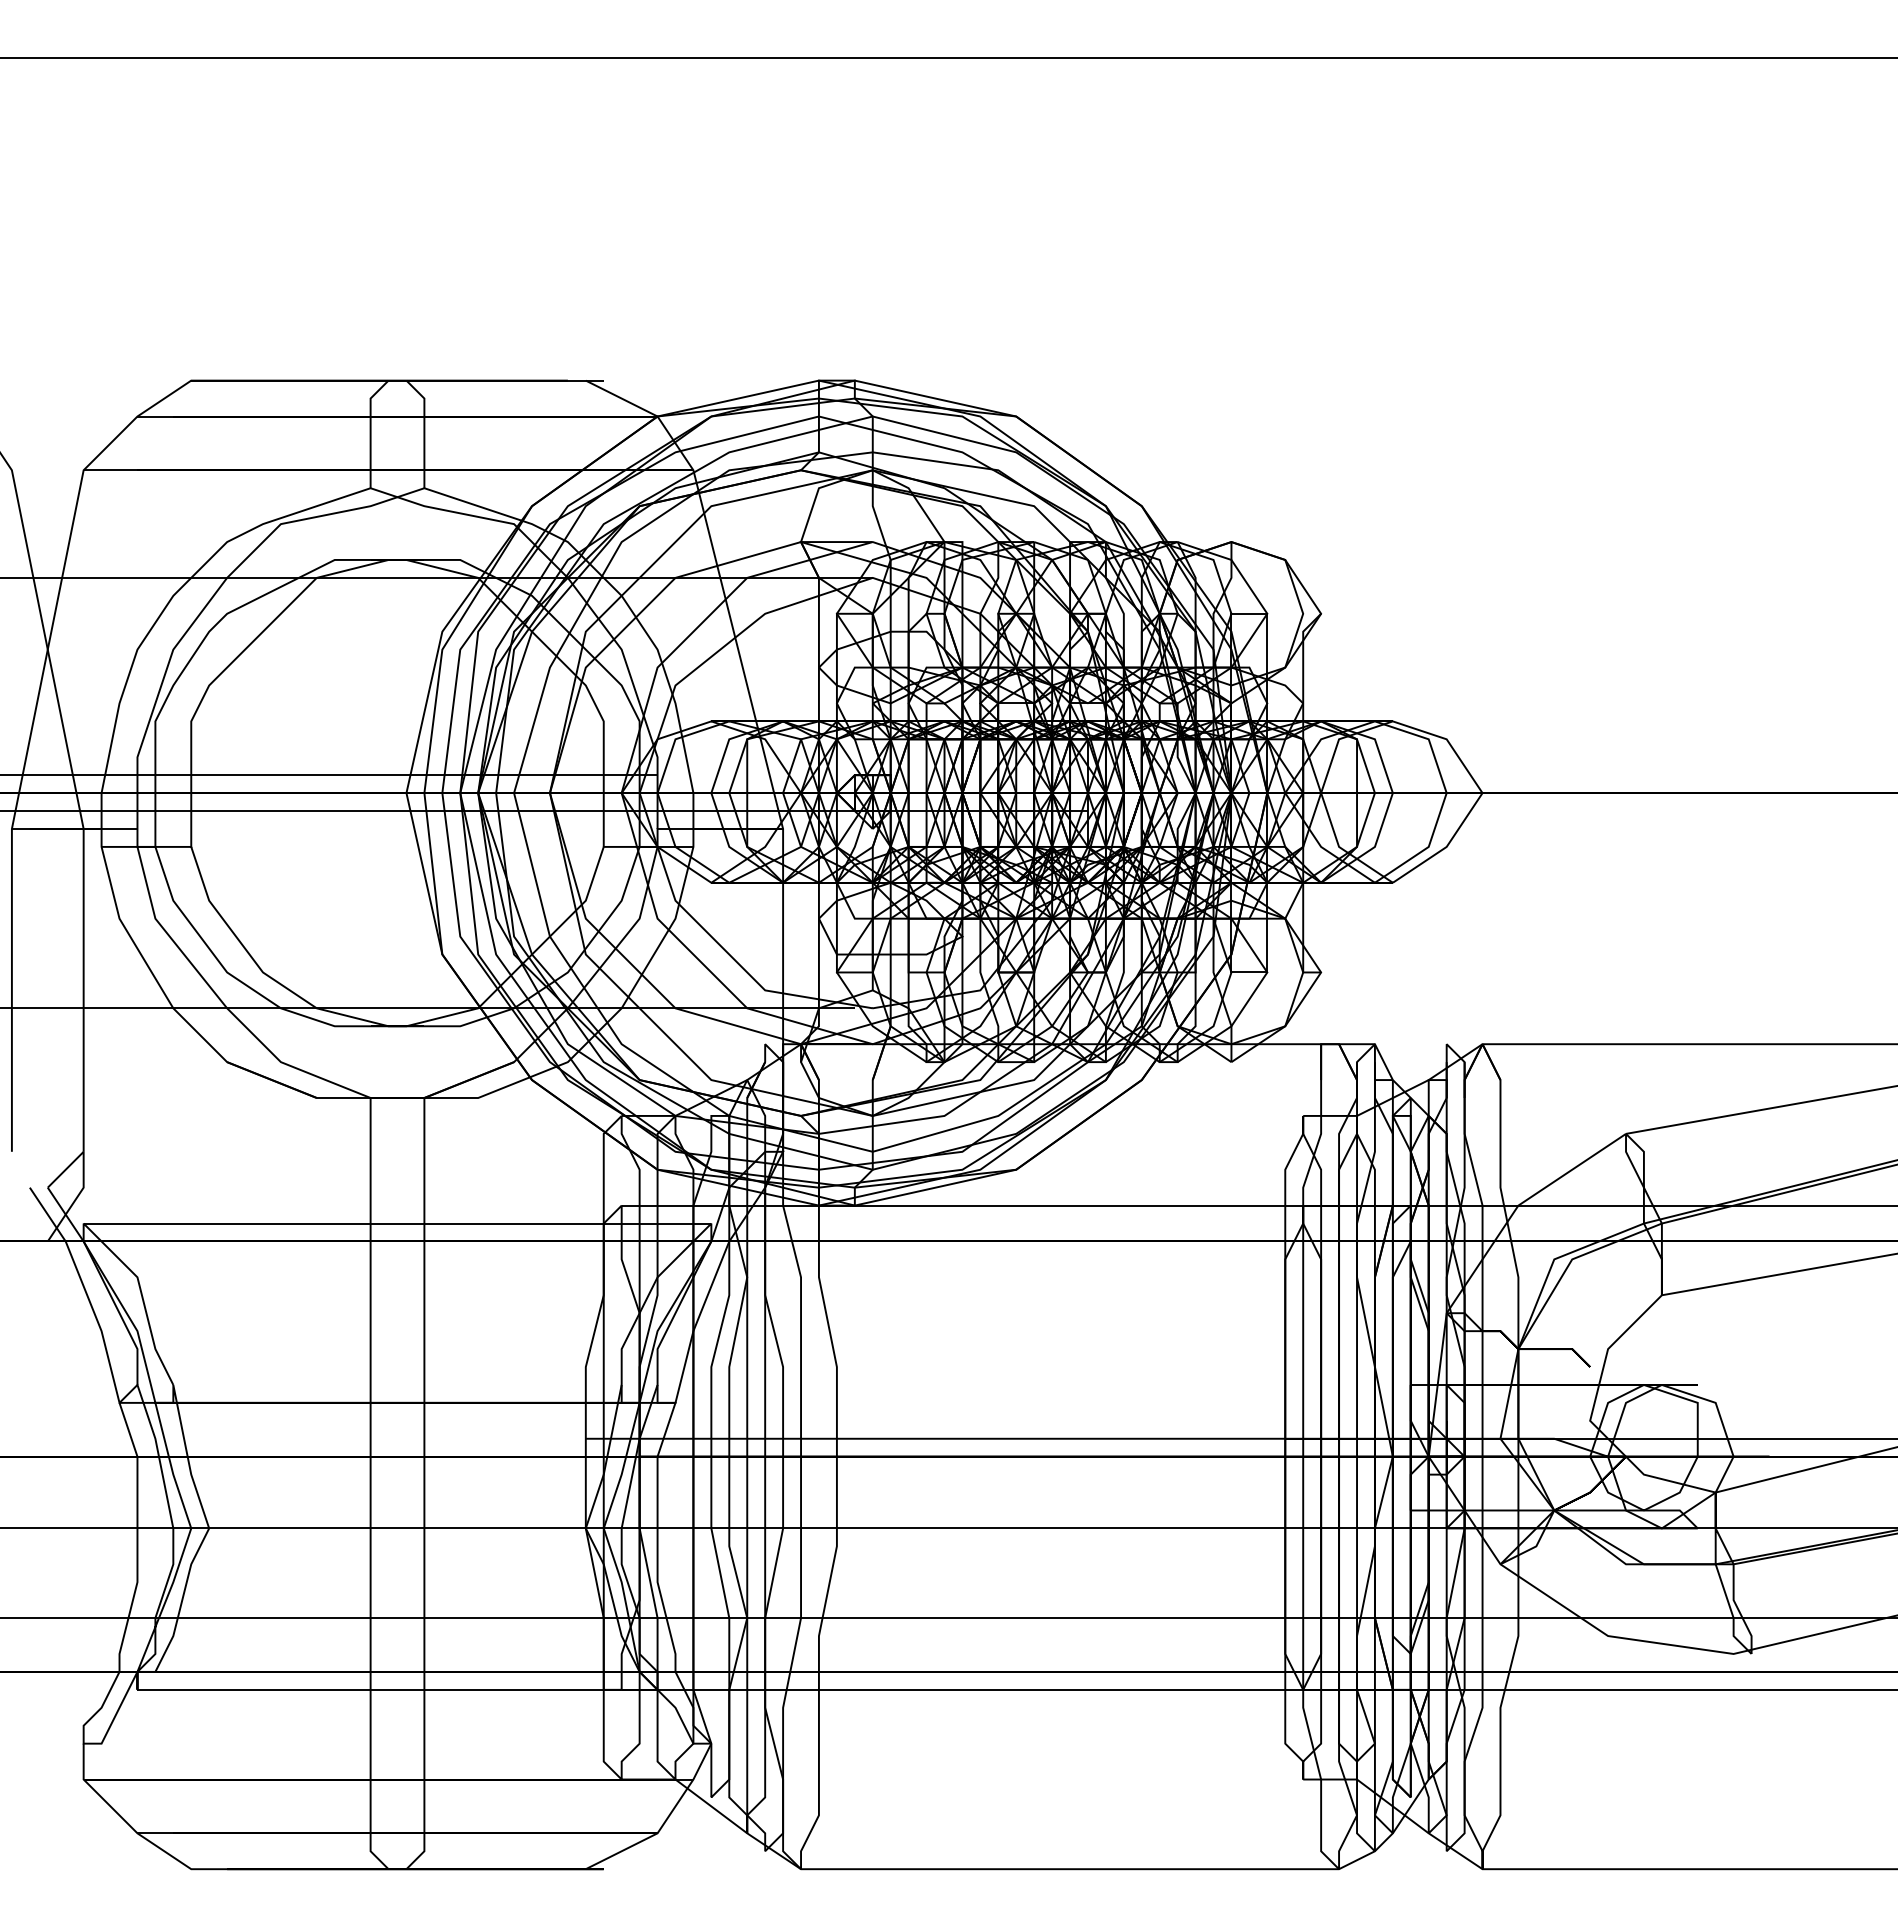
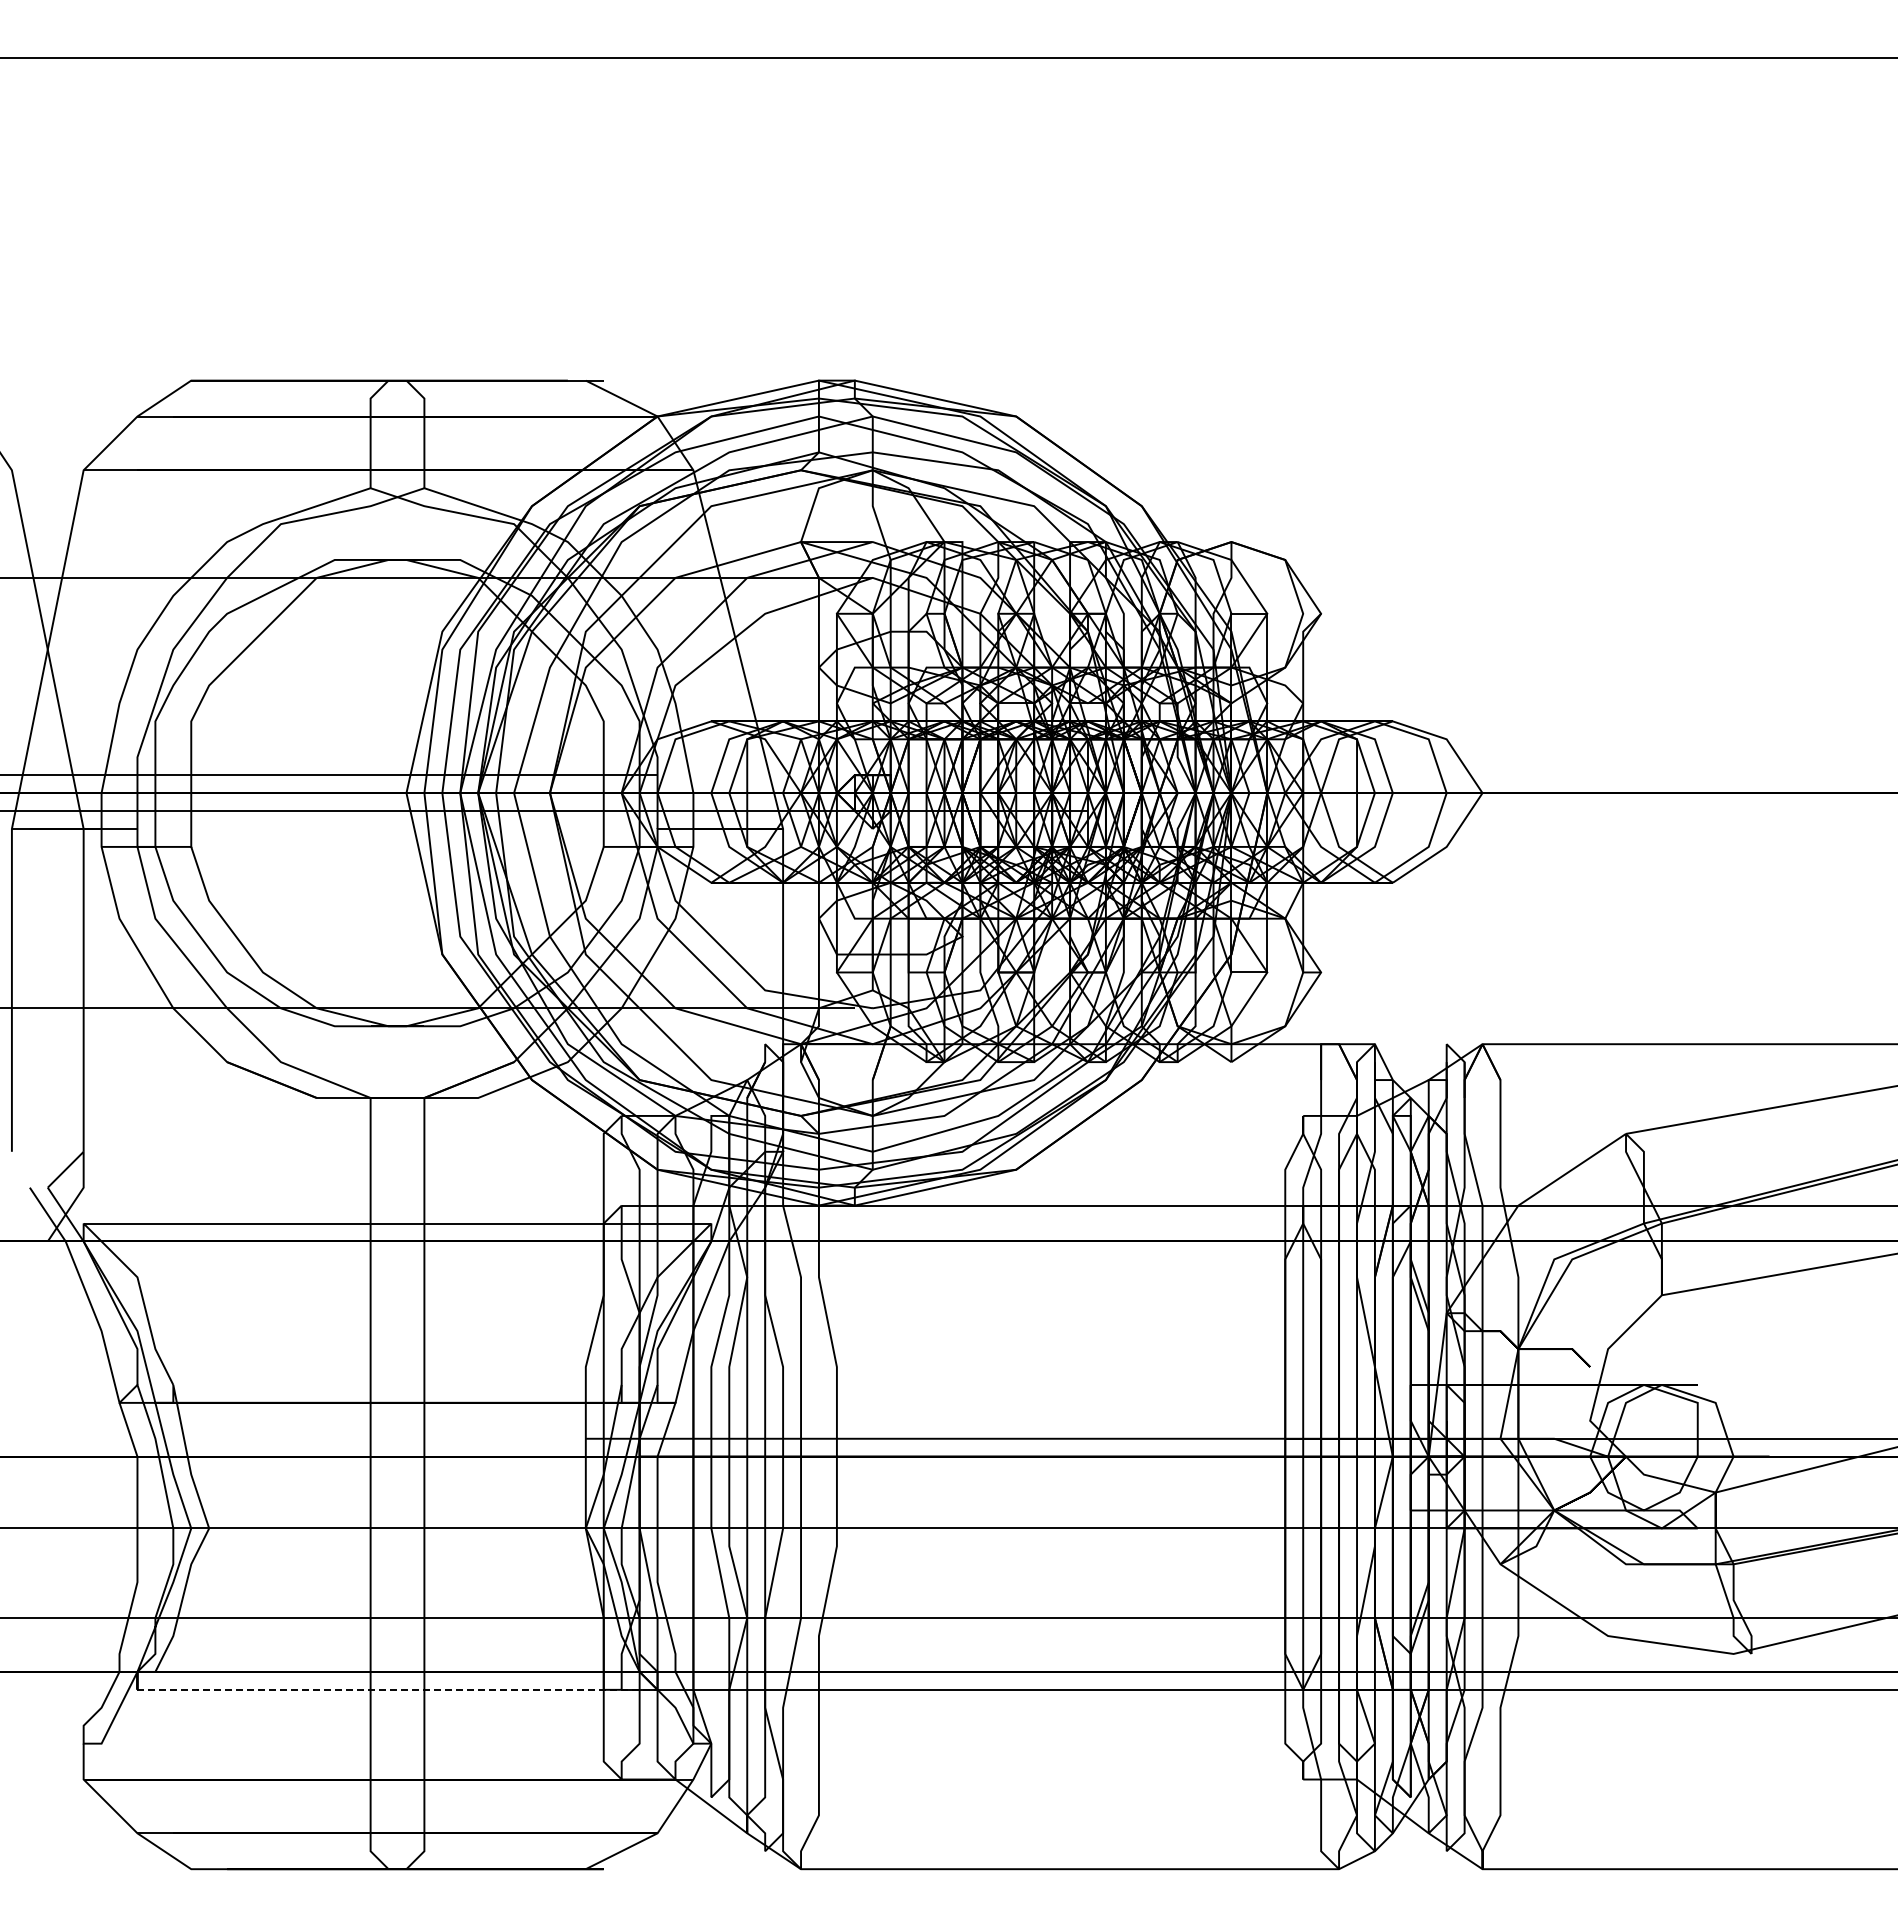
line at (398, 1689): solid -> dashed
